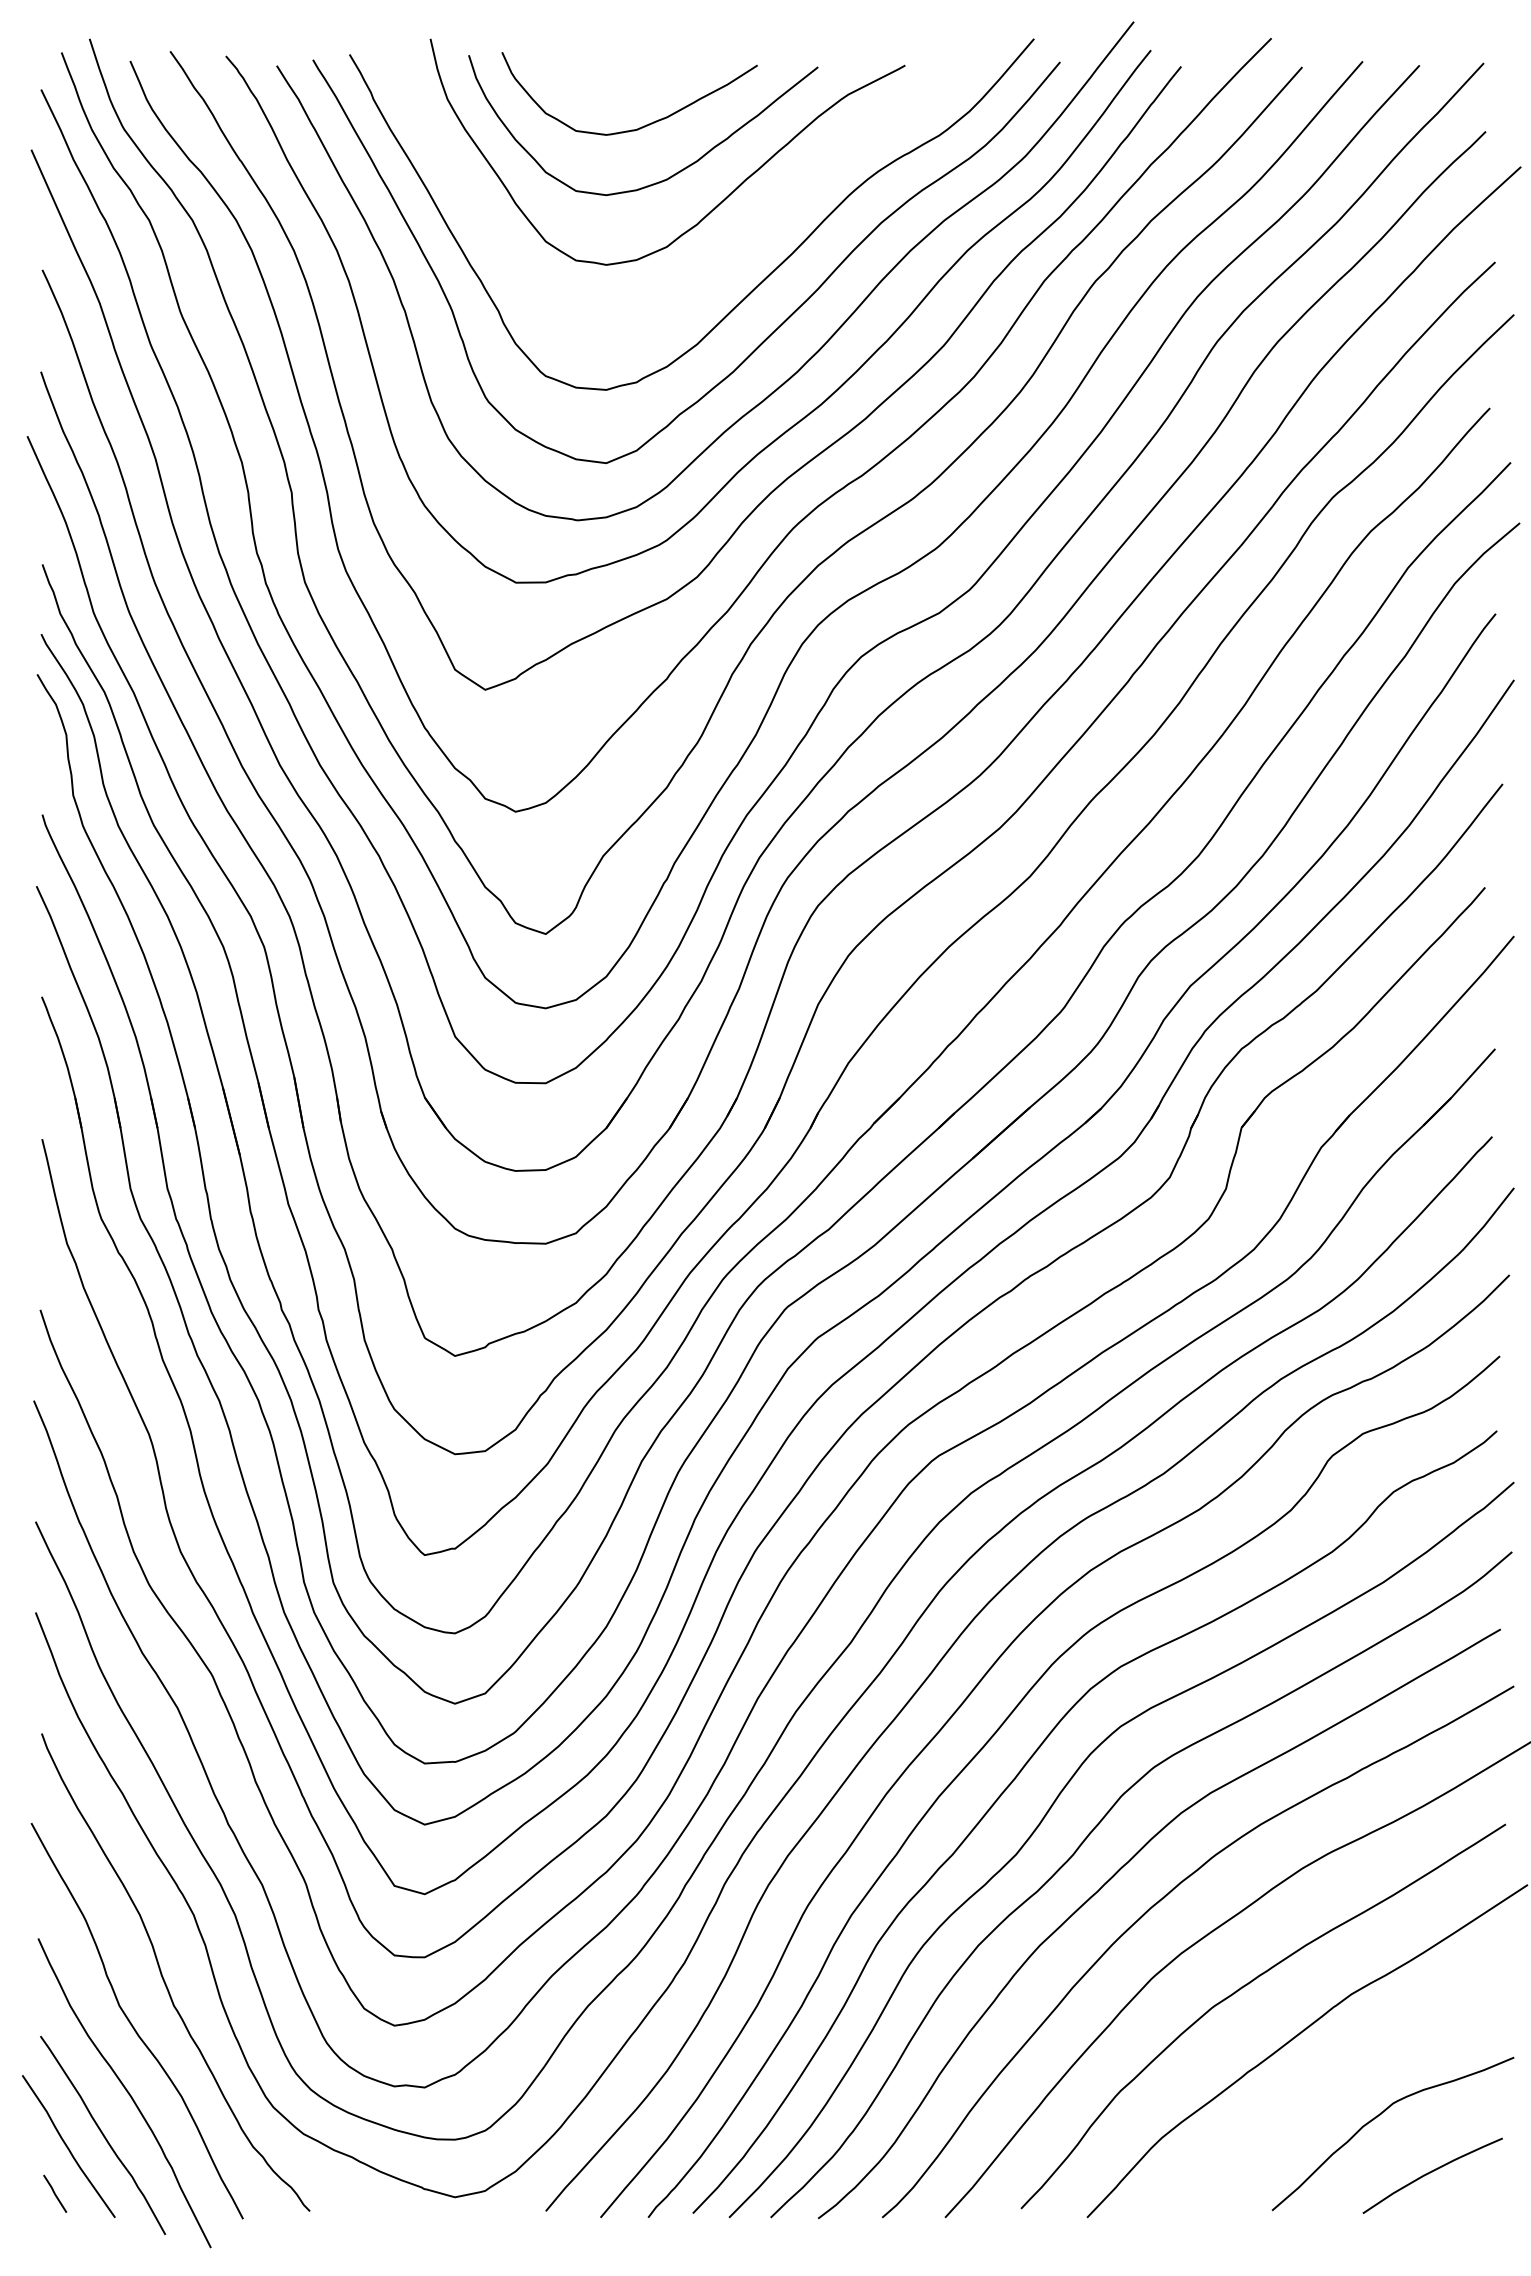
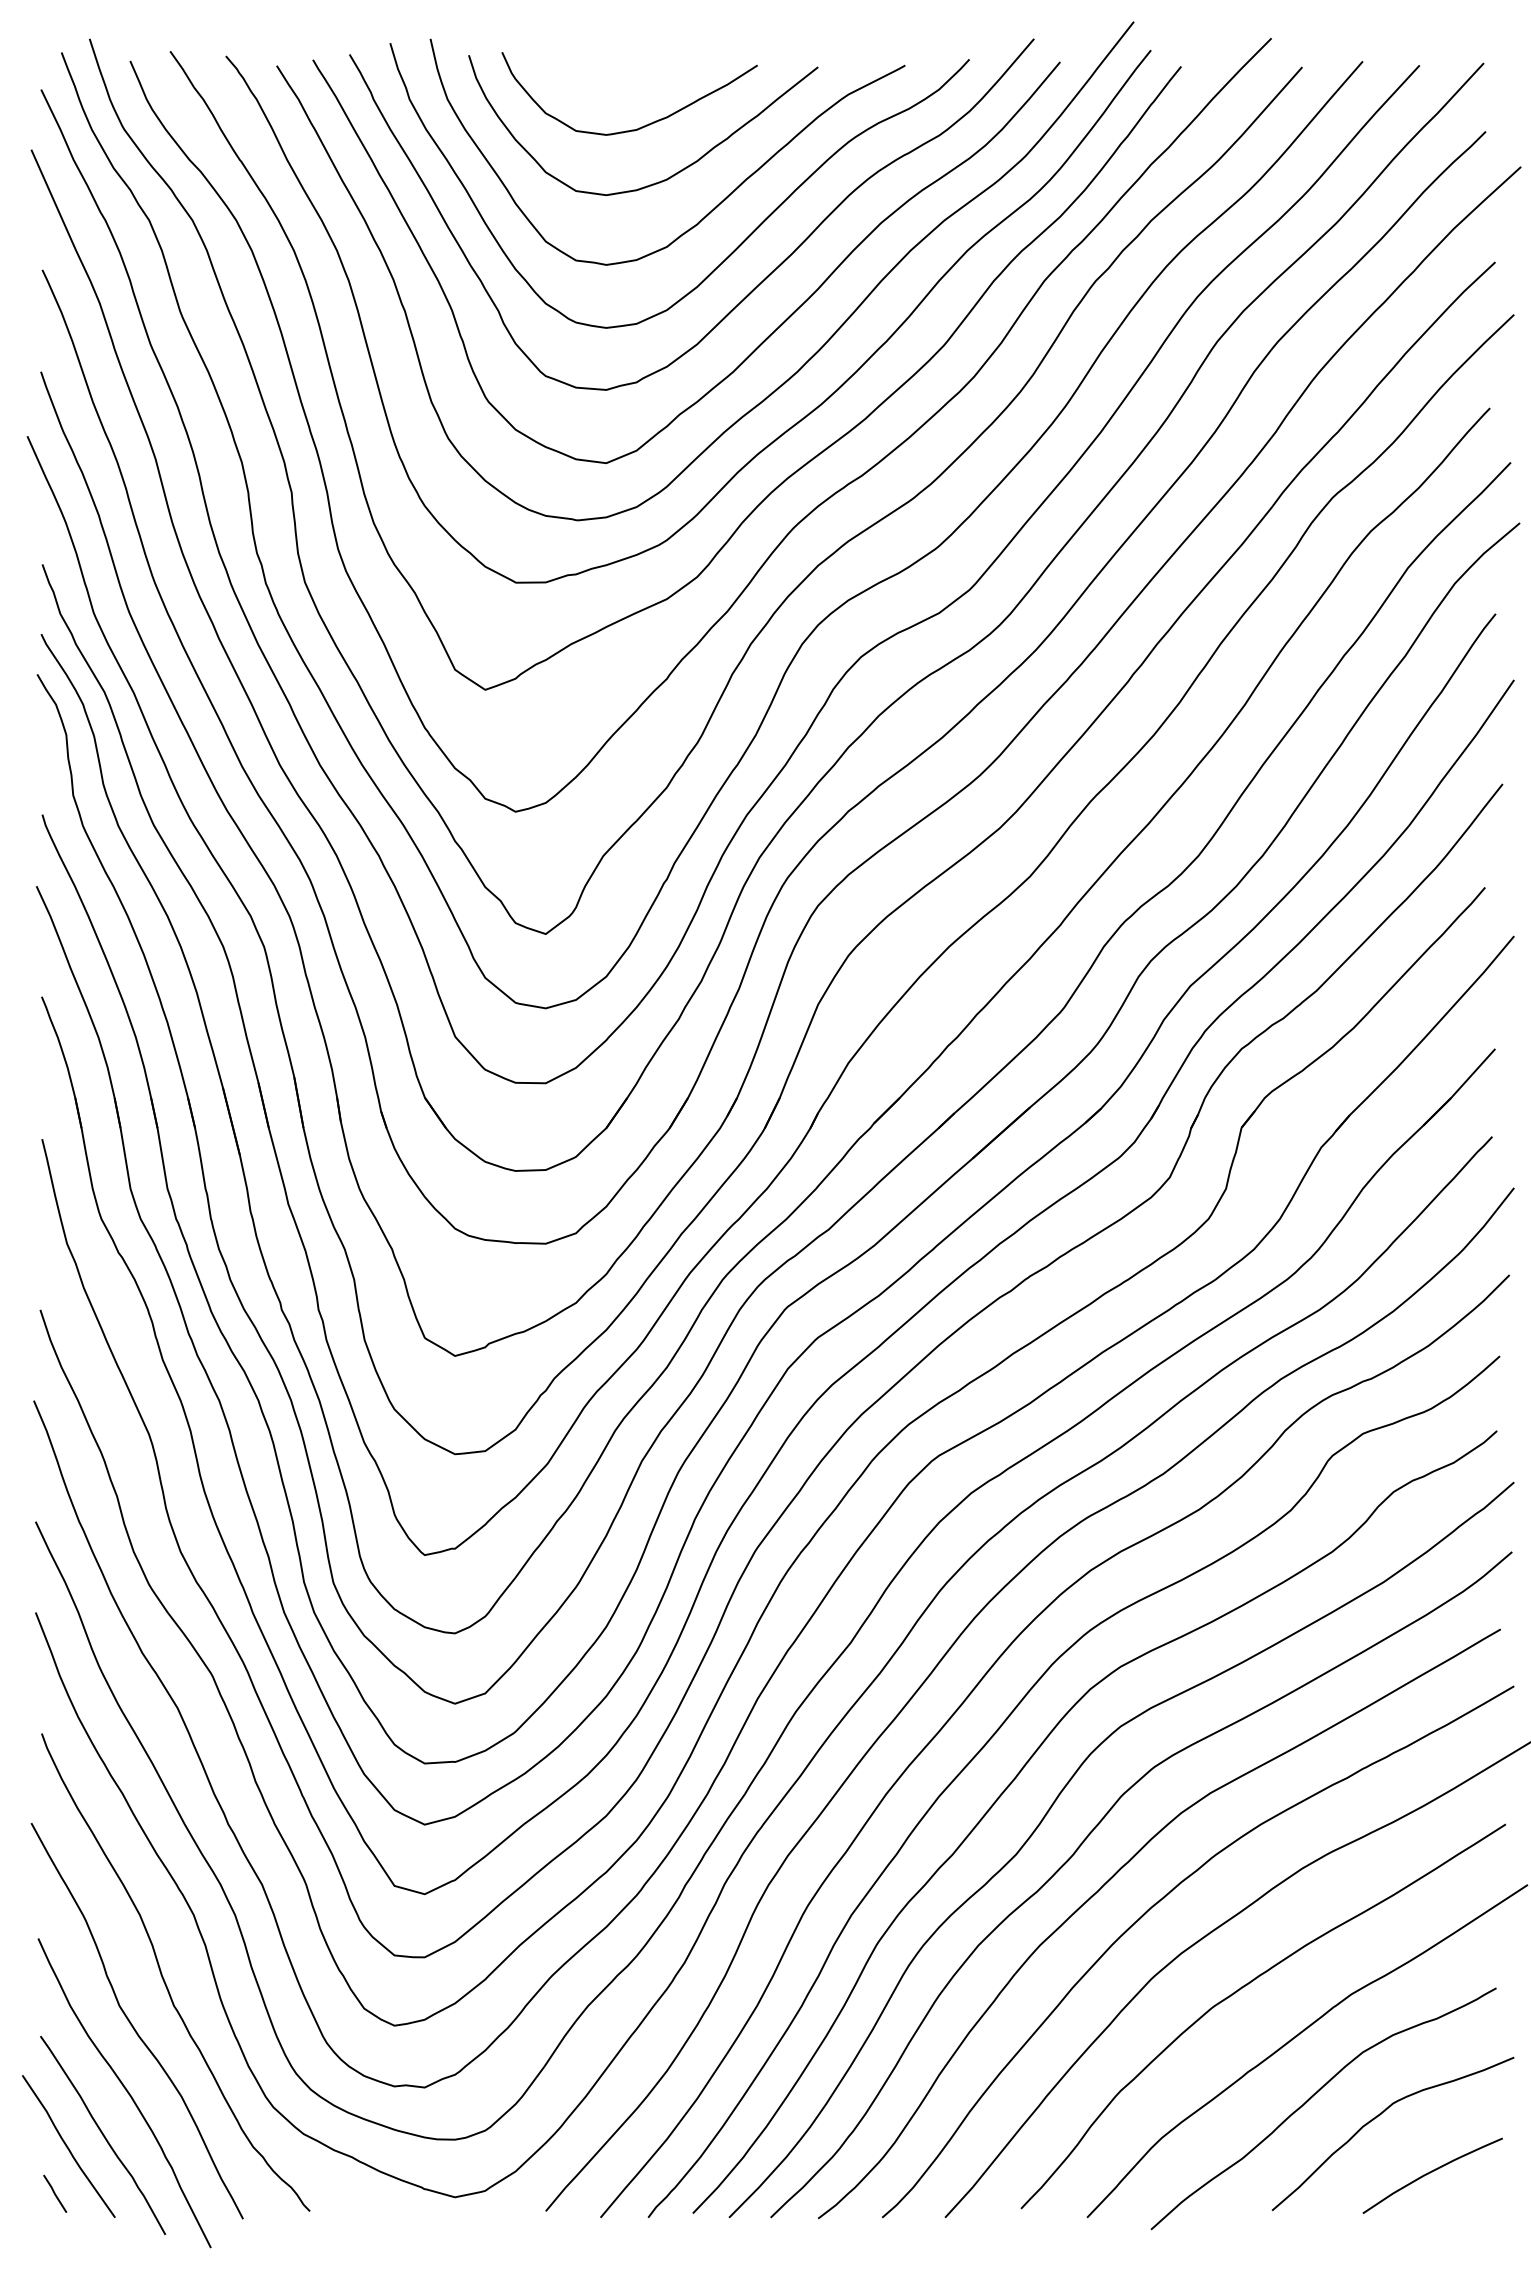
curve at (739, 244): none -> present
curve at (1312, 2097): none -> present
